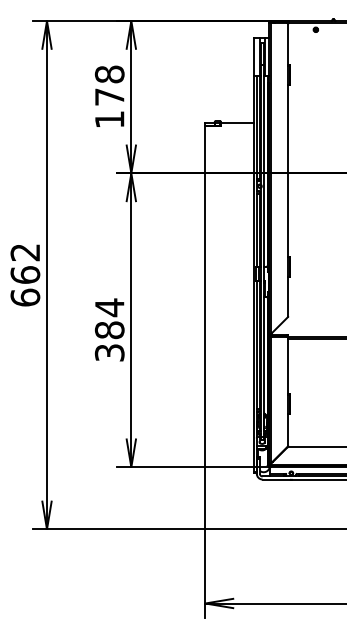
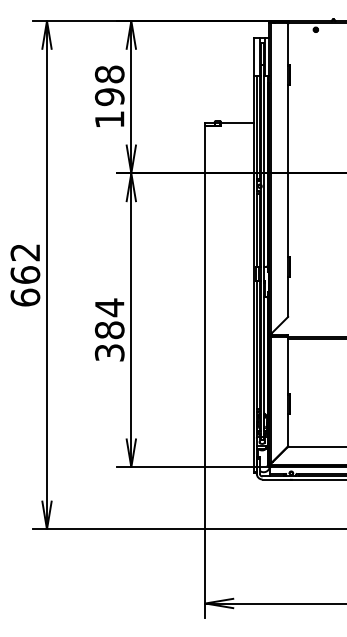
text at (109, 97): 178 -> 198
